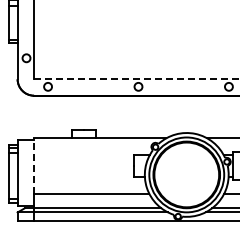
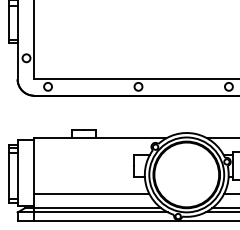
line at (137, 79): dashed -> solid
line at (34, 165): dashed -> solid
